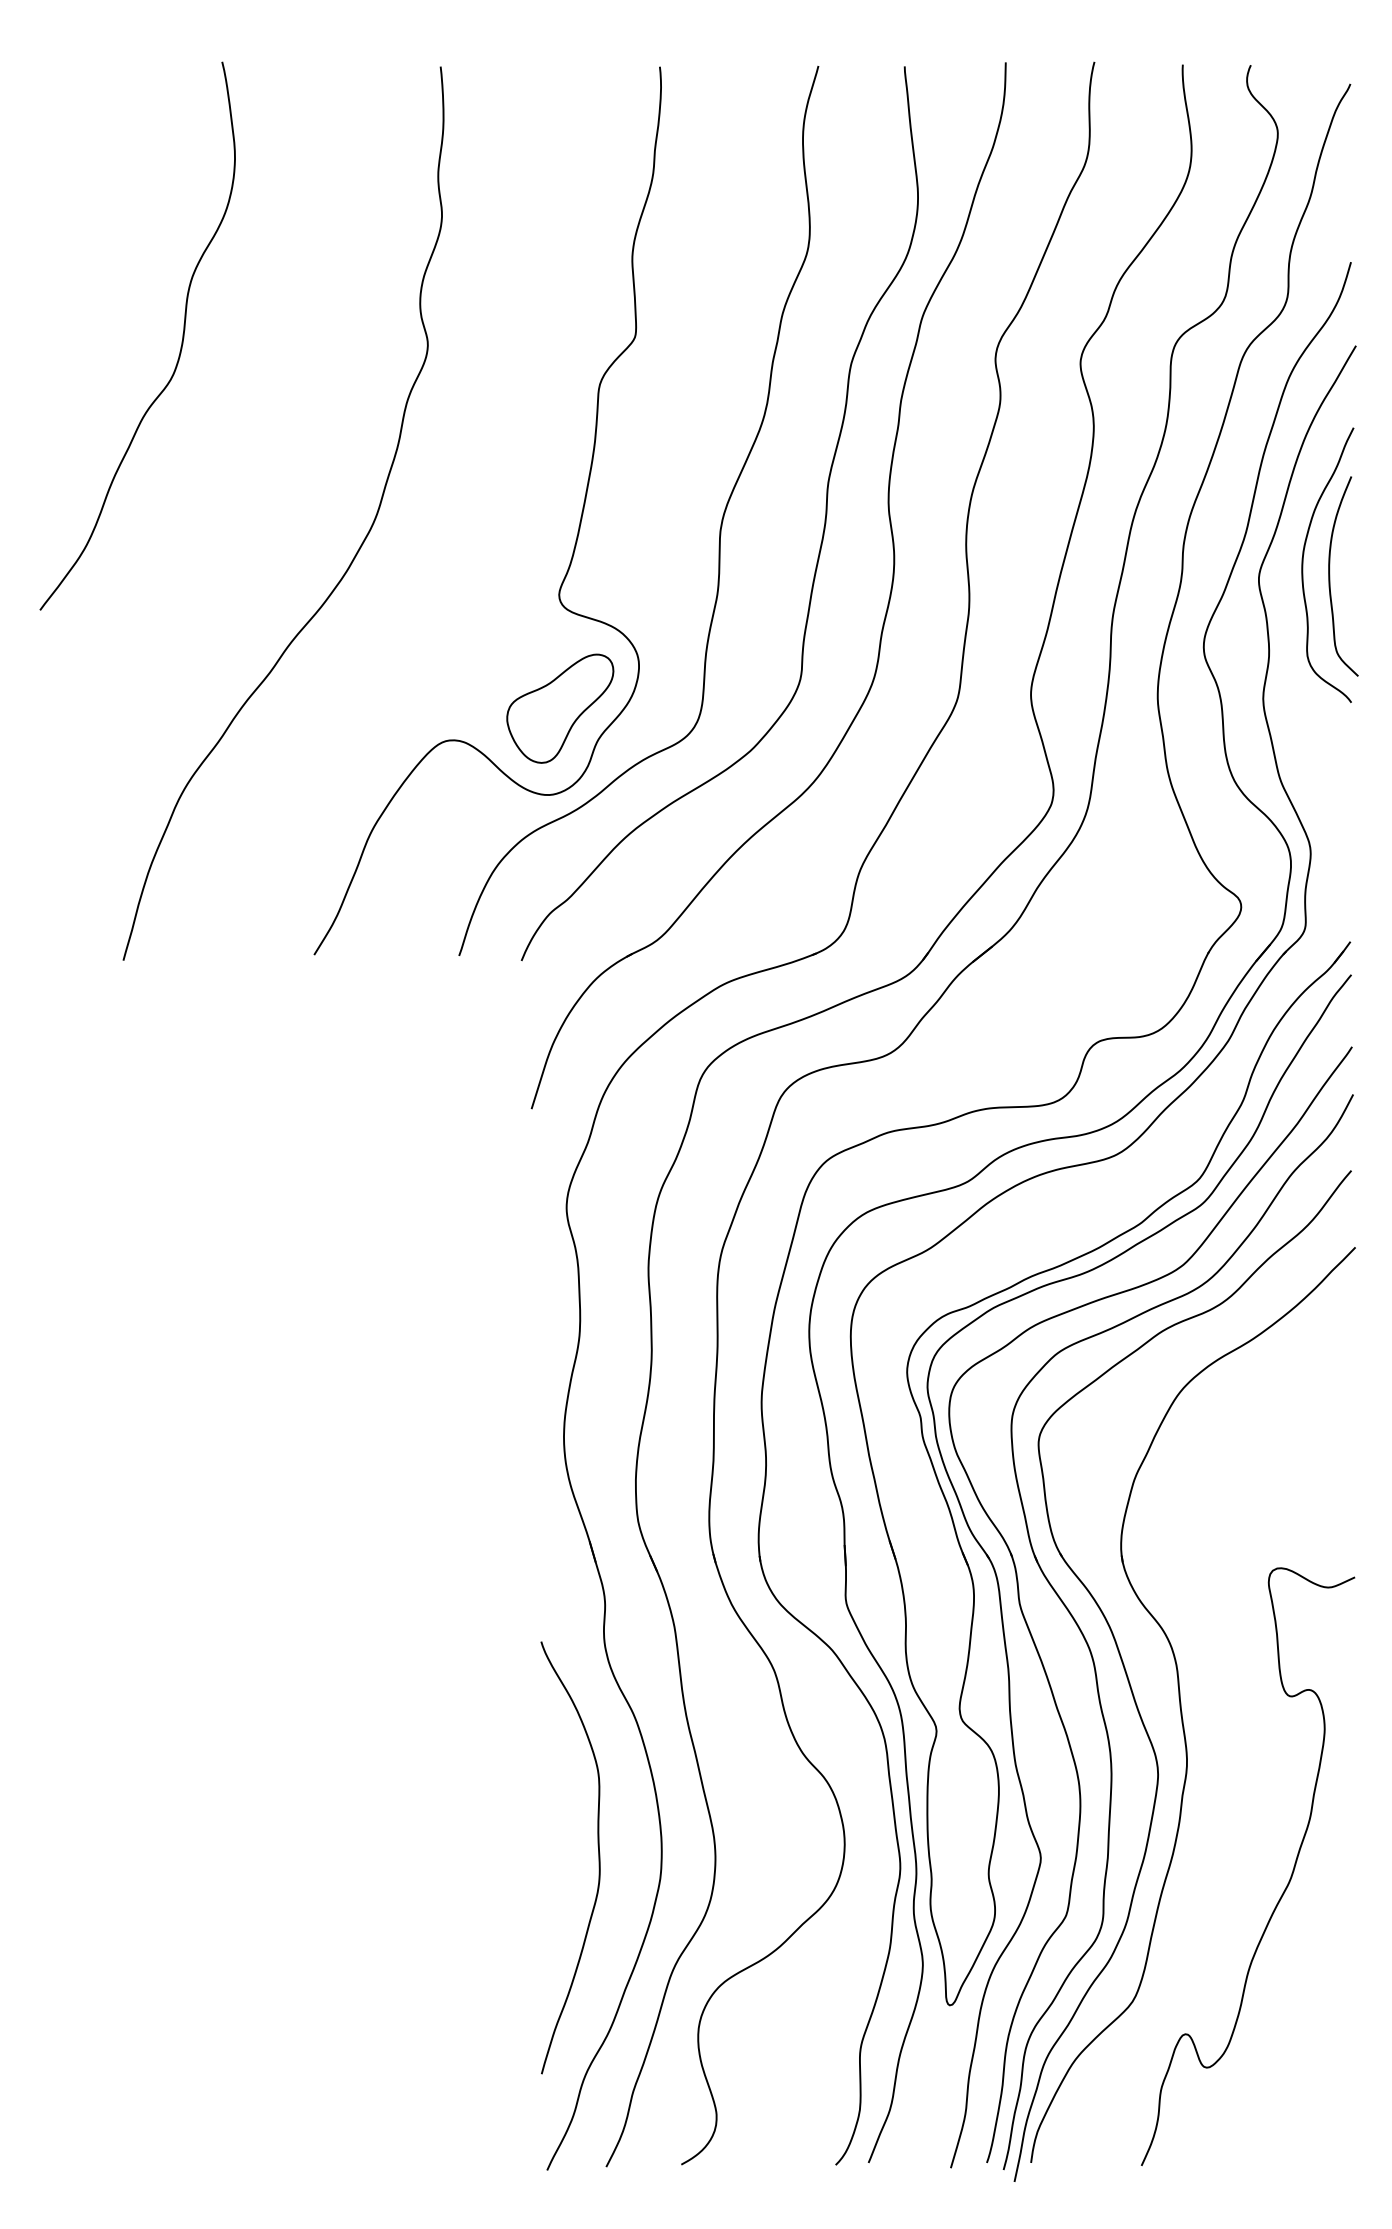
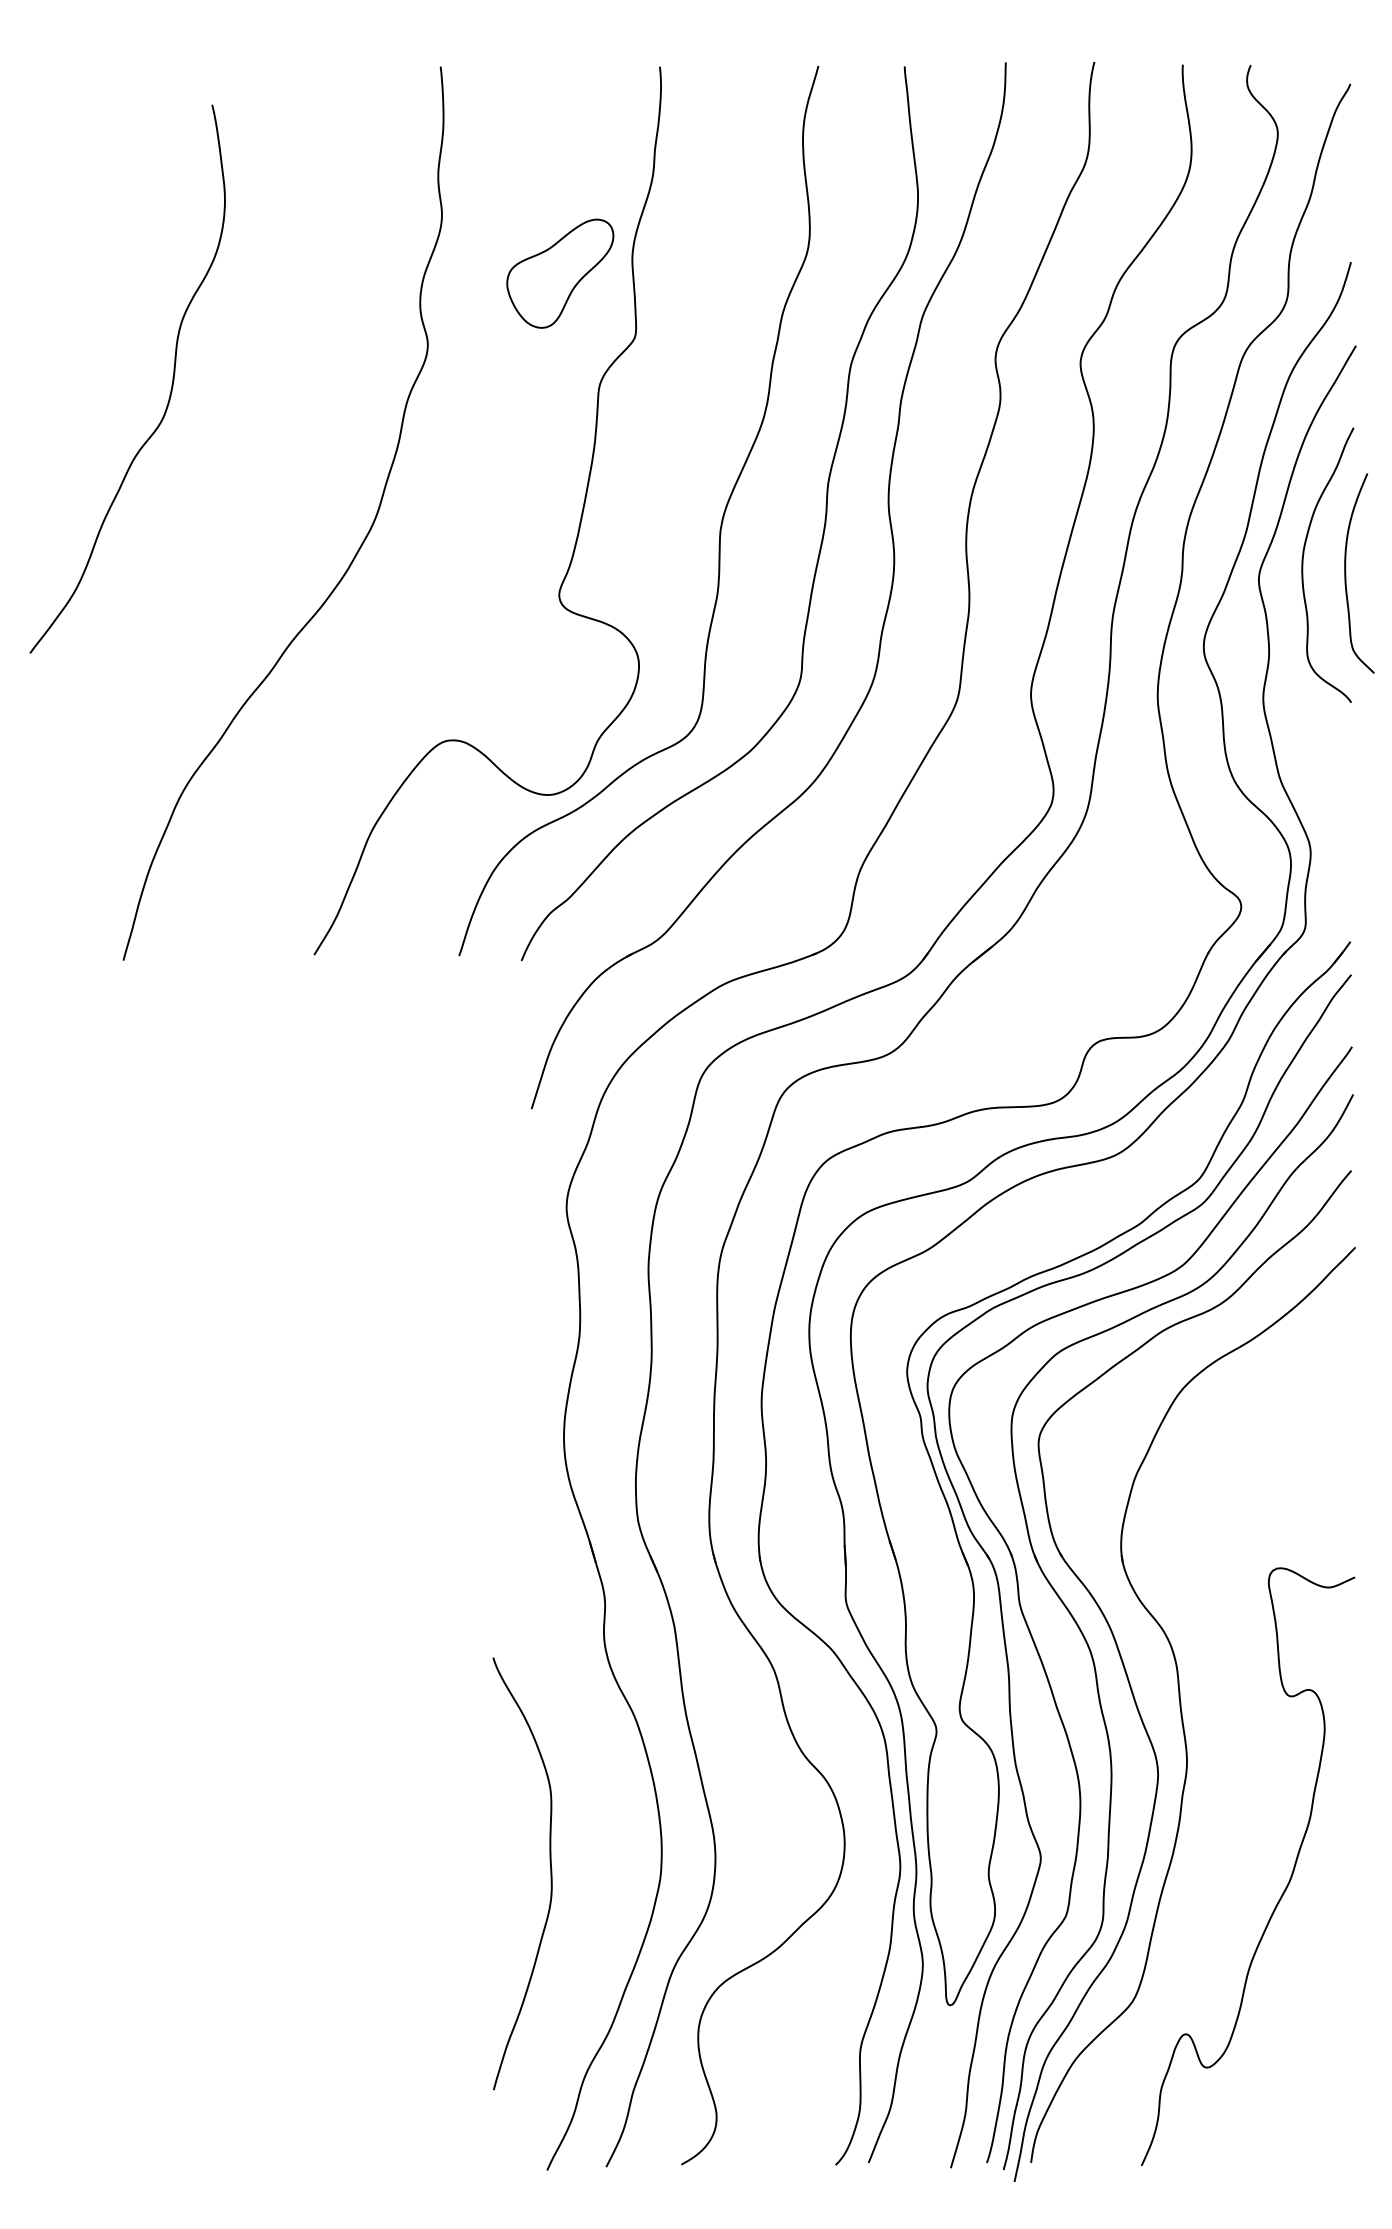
curve at (180, 346) position: (180, 346) -> (170, 389)
curve at (1330, 576) position: (1330, 576) -> (1346, 573)
part at (560, 708) position: (560, 708) -> (560, 273)
curve at (598, 1857) position: (598, 1857) -> (550, 1873)
